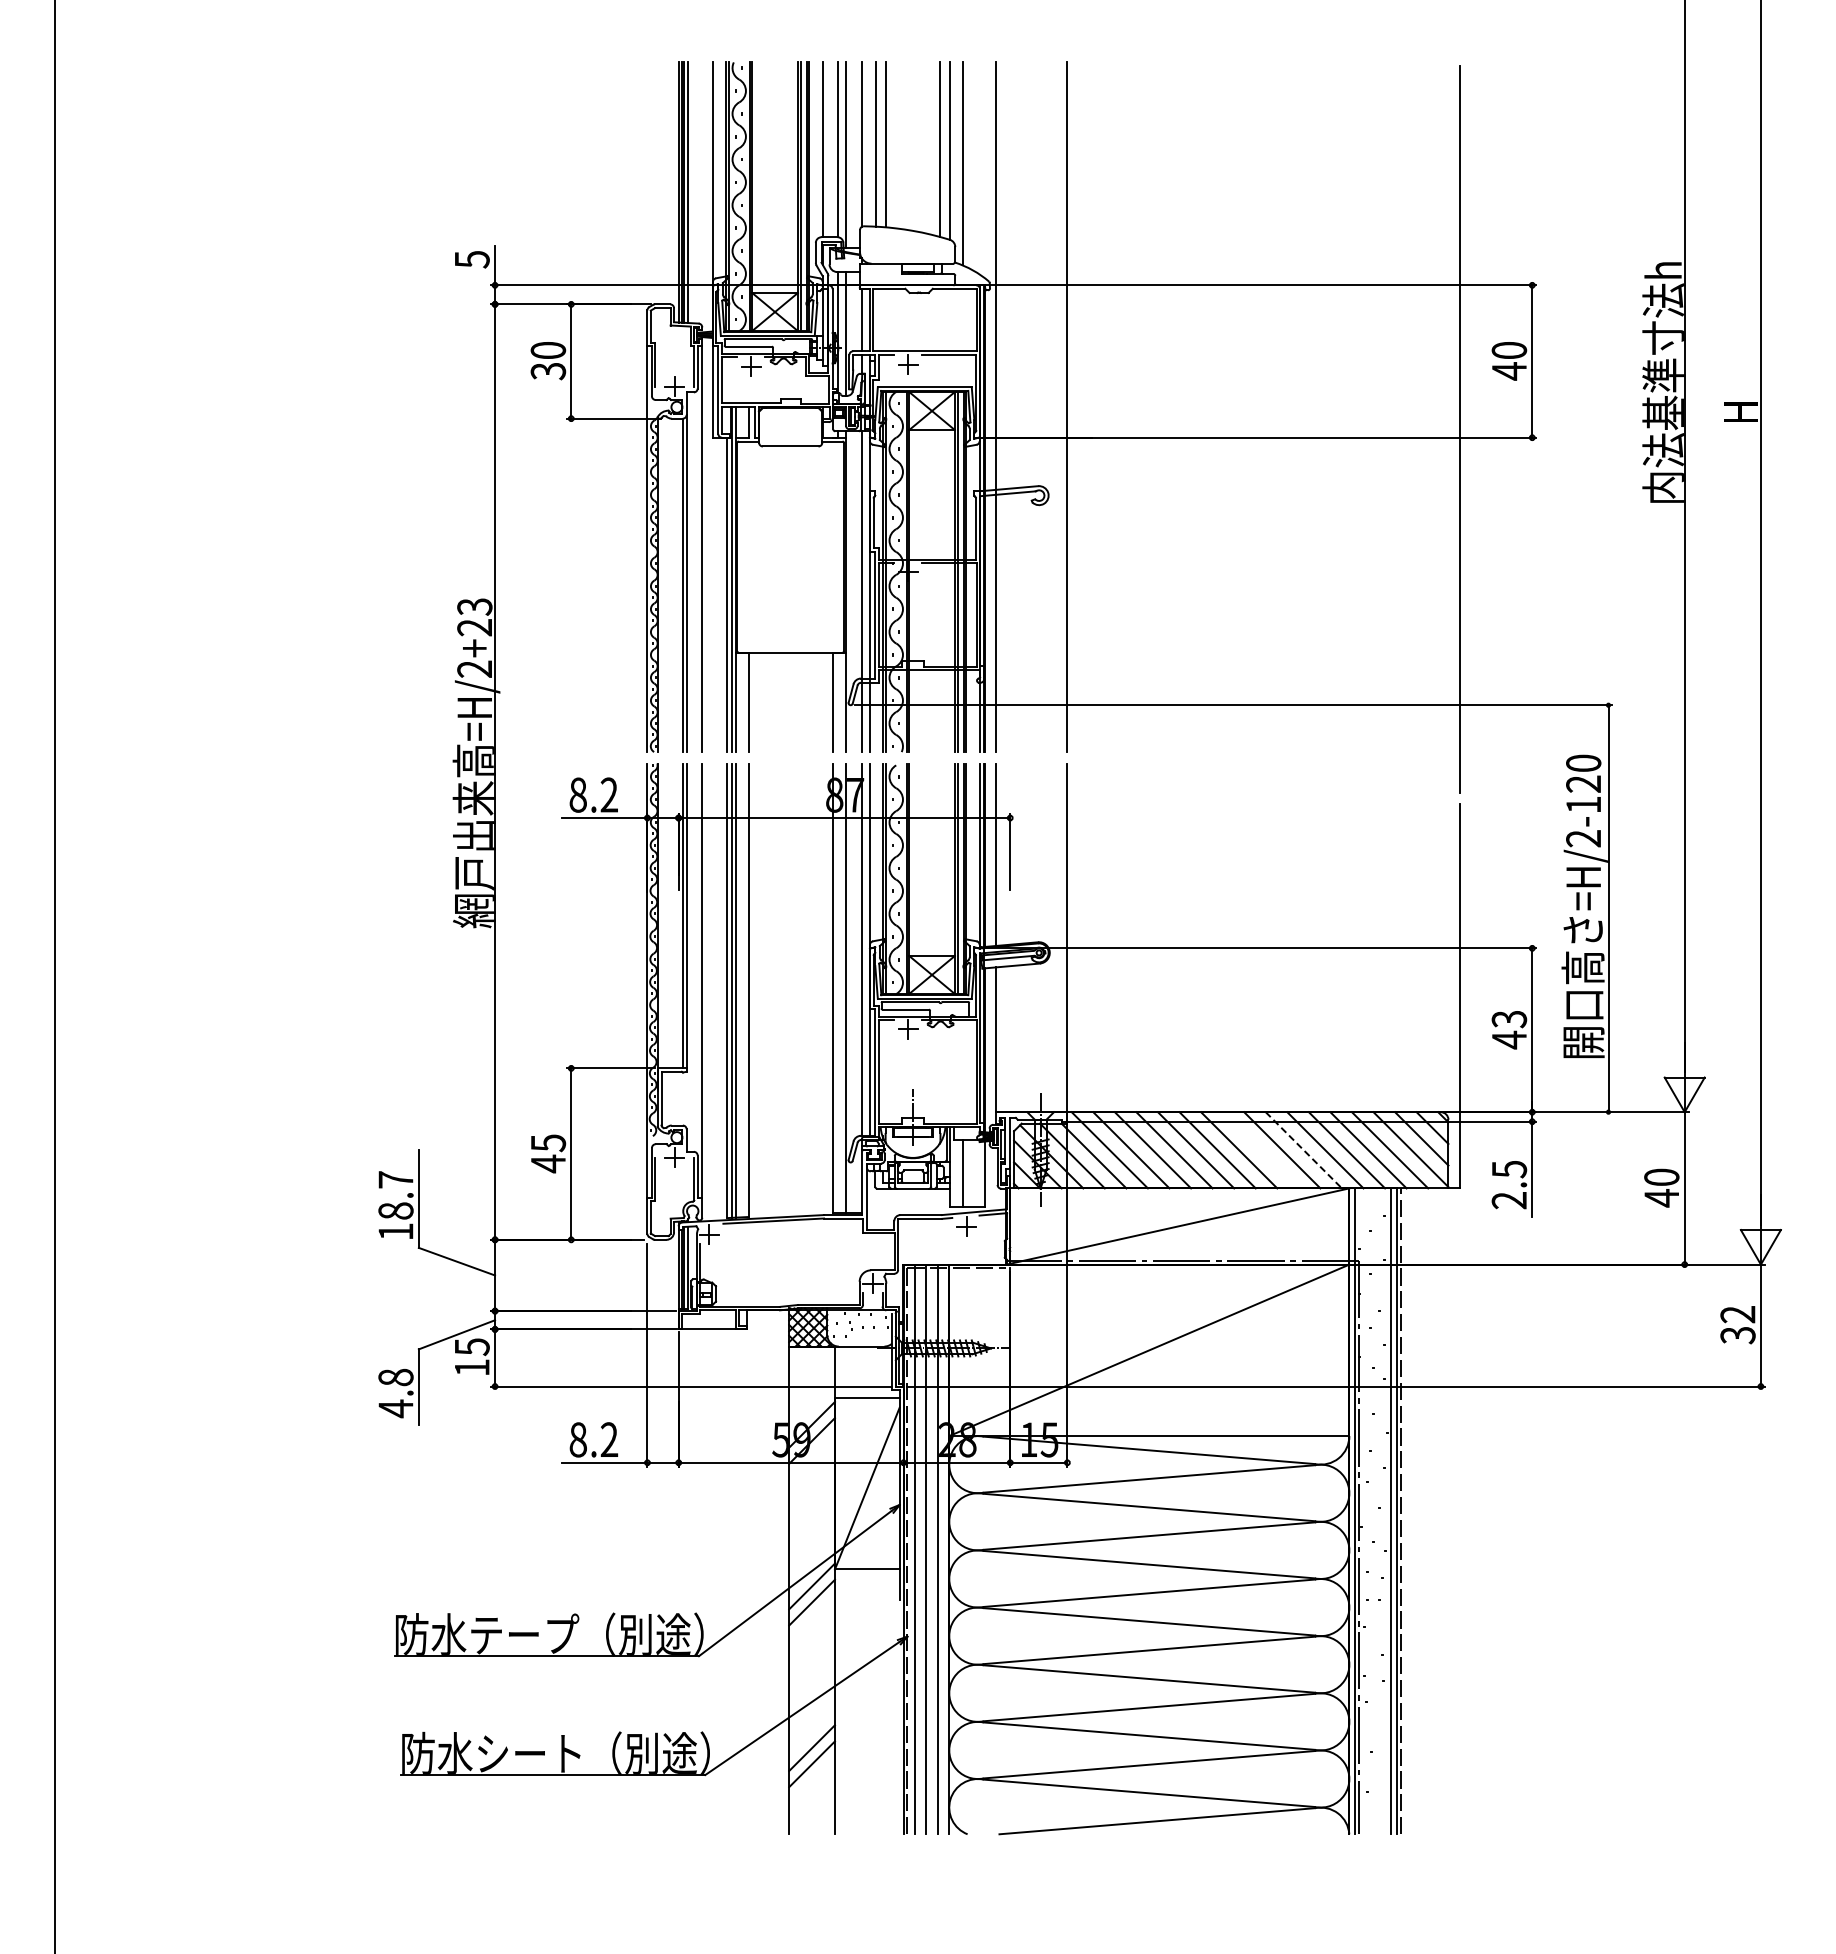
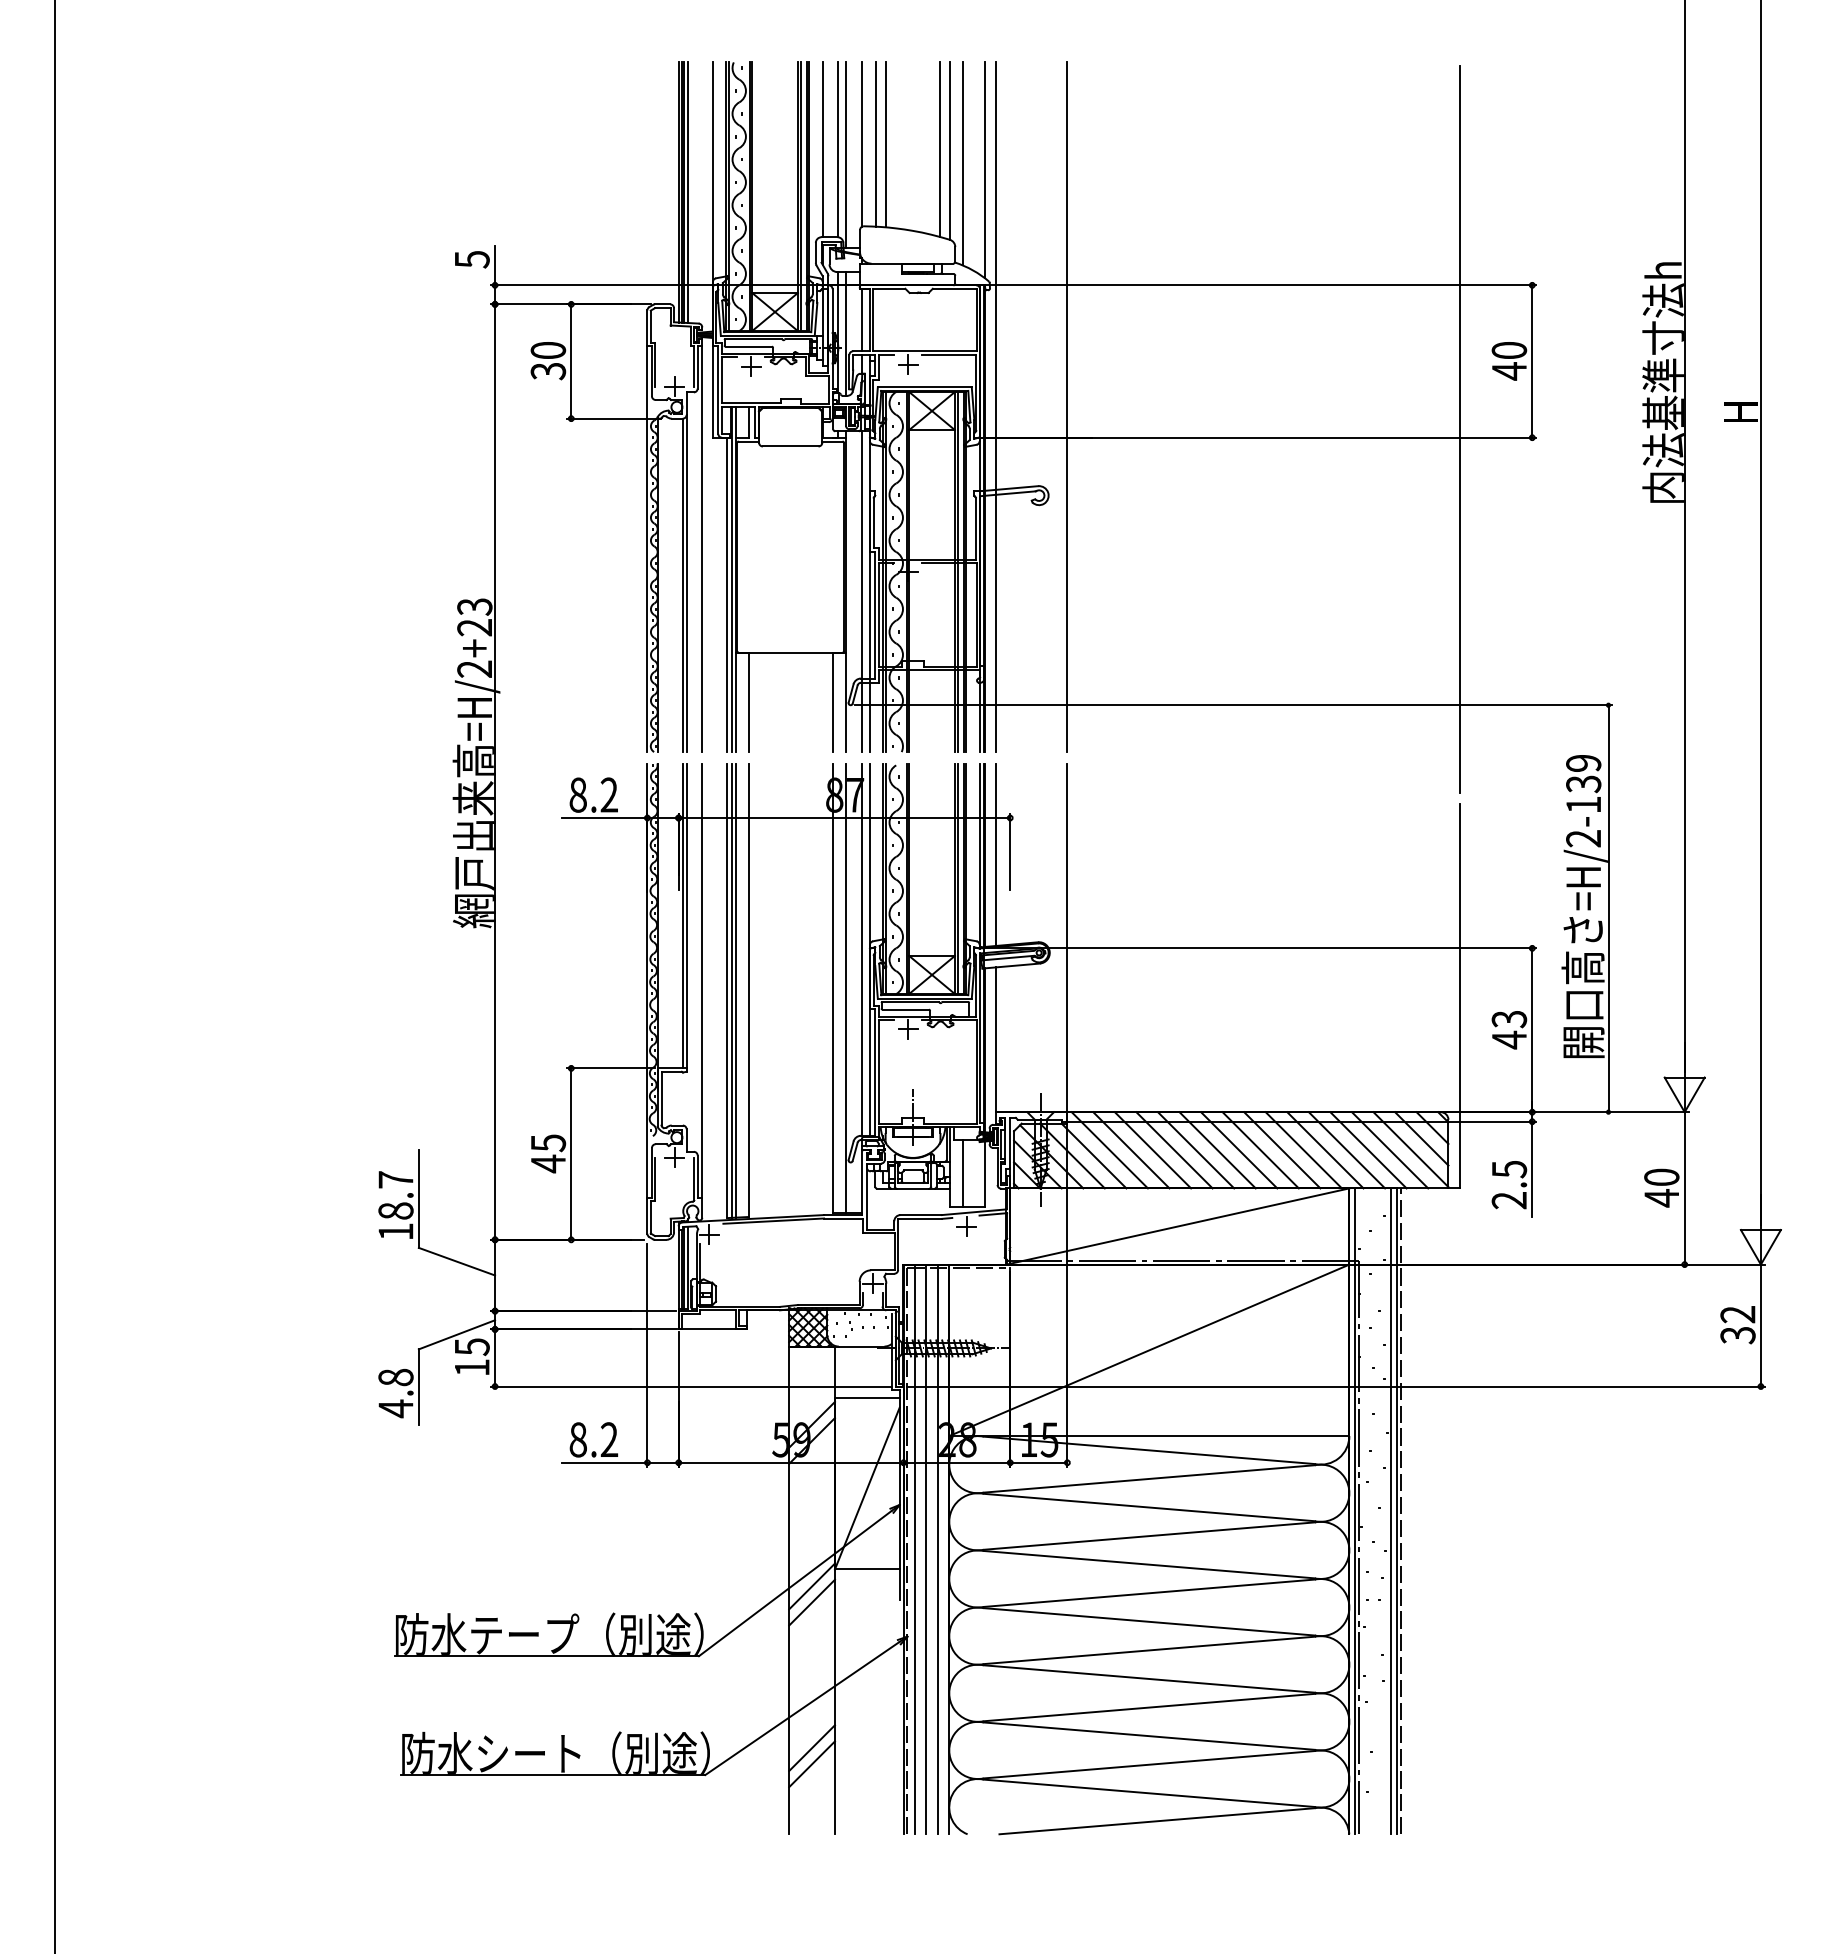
line at (985, 170): none -> present
text at (1583, 773): =H/2-120 -> =H/2-139
line at (1260, 1150): none -> present
line at (1303, 1150): dashed -> solid
